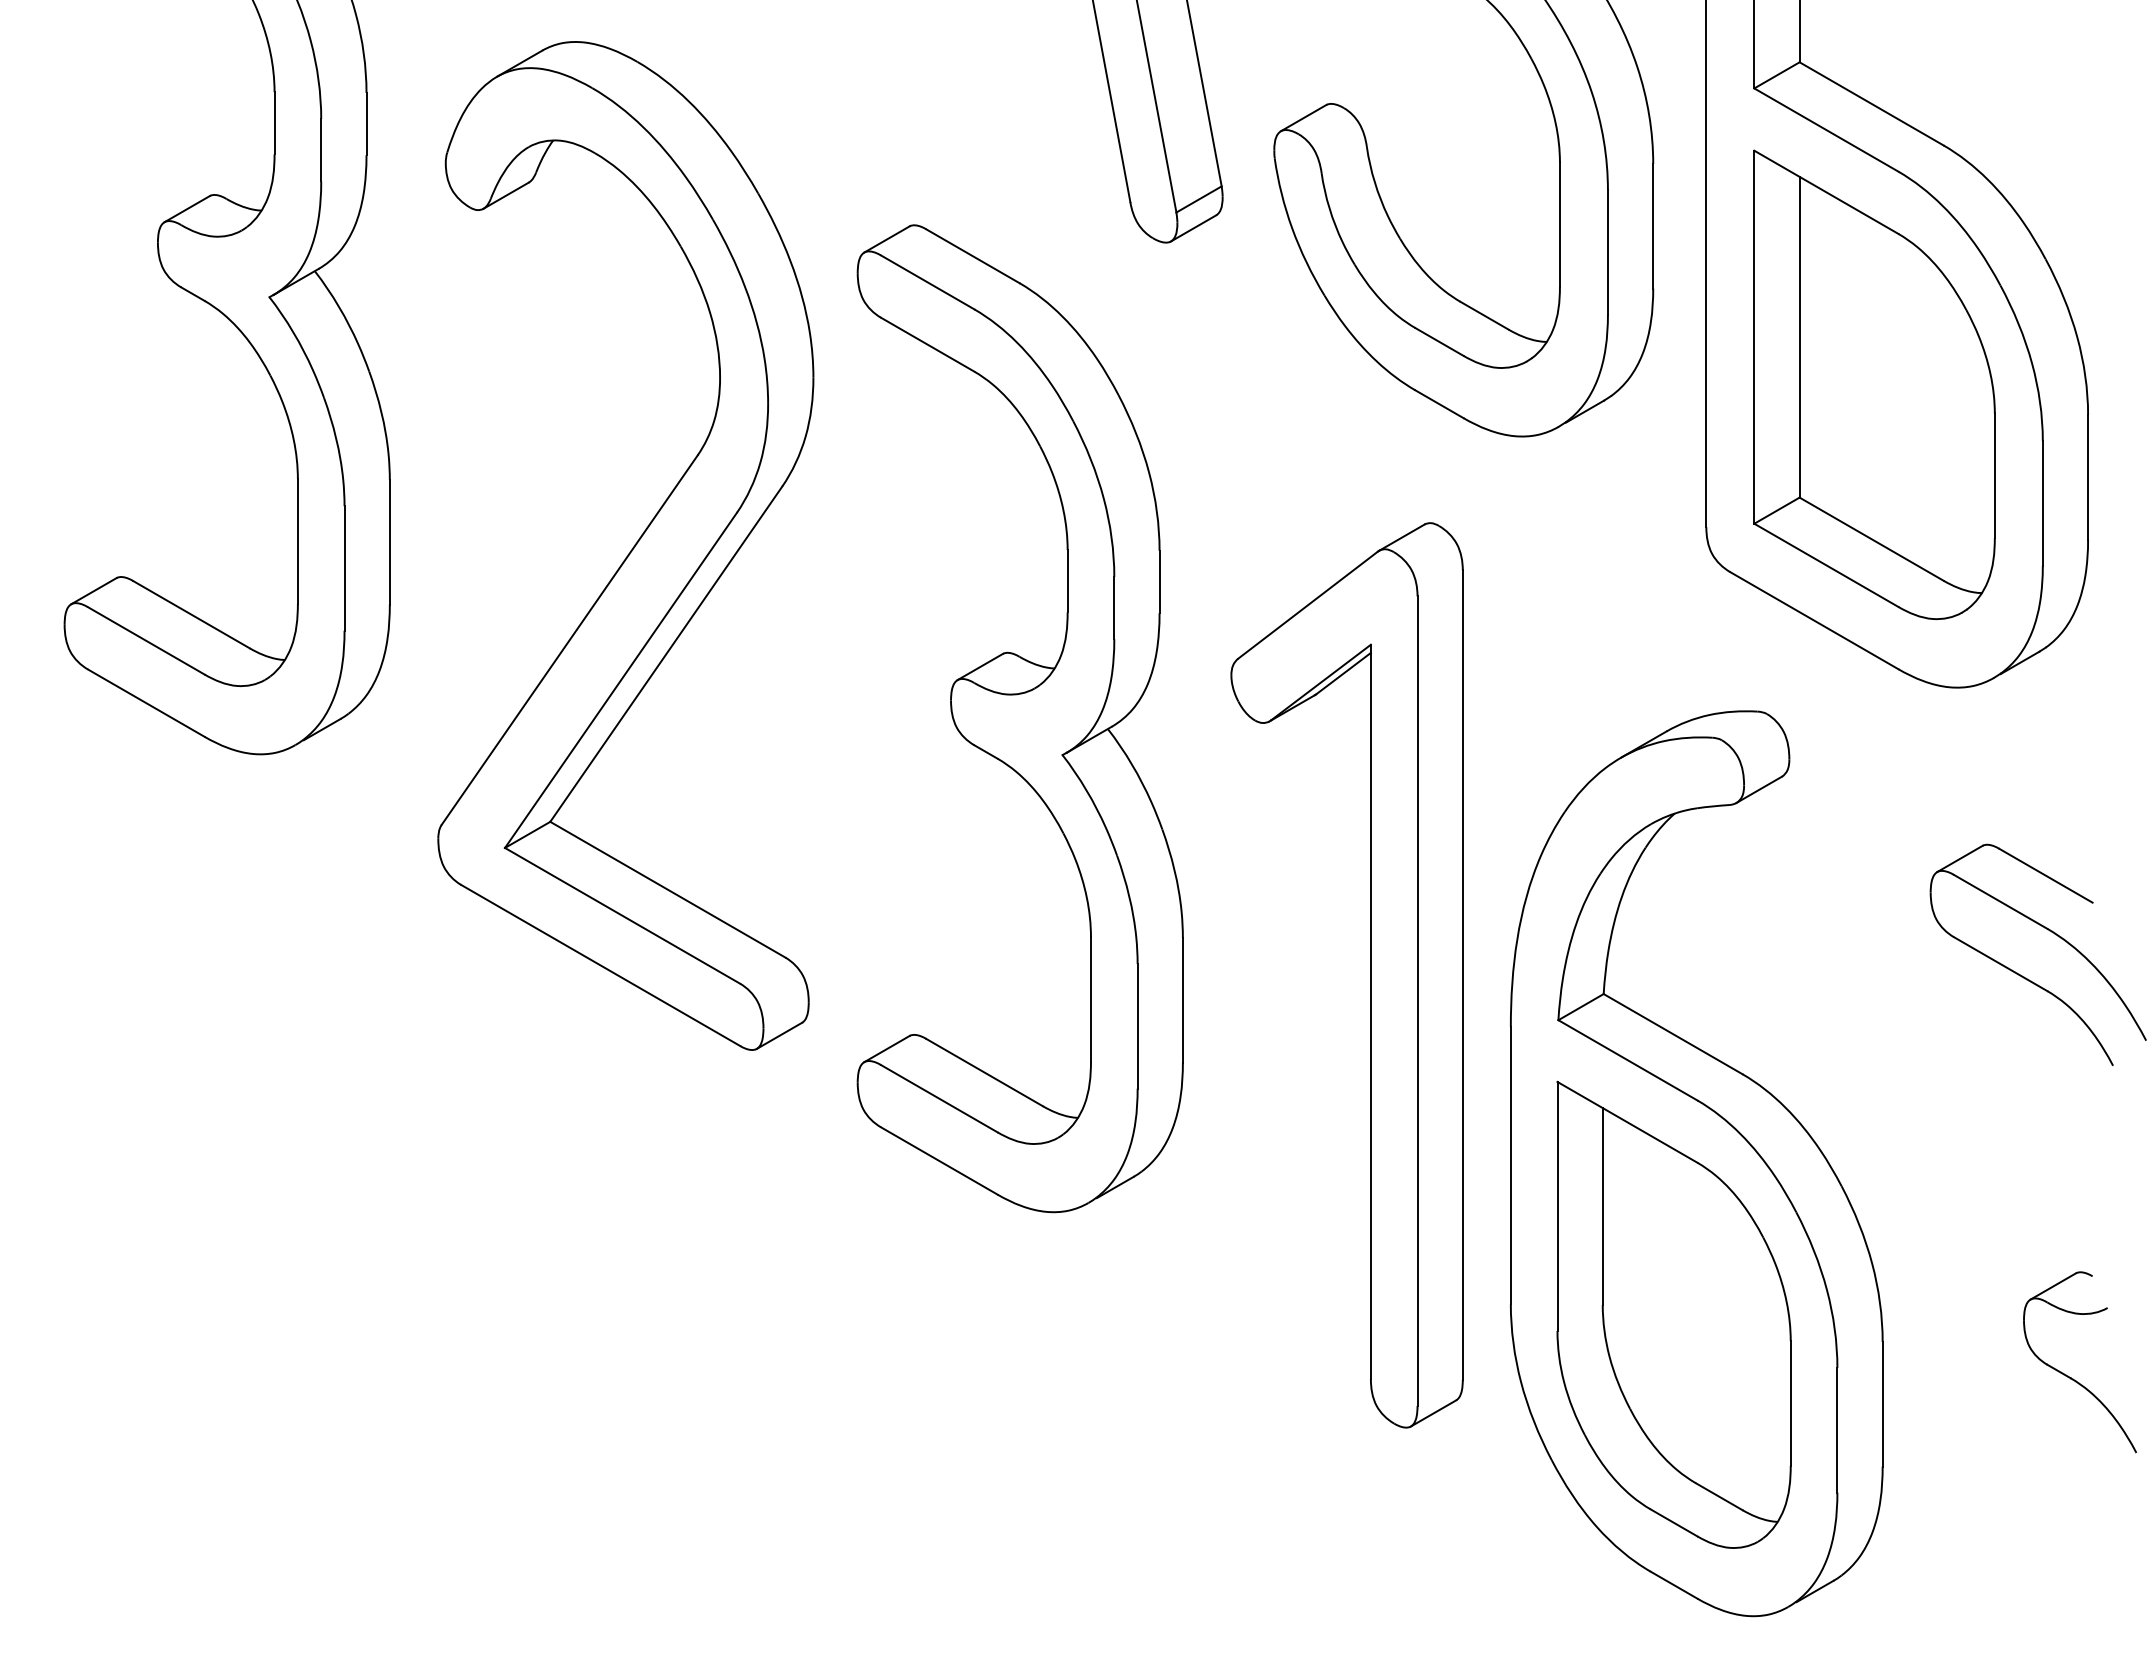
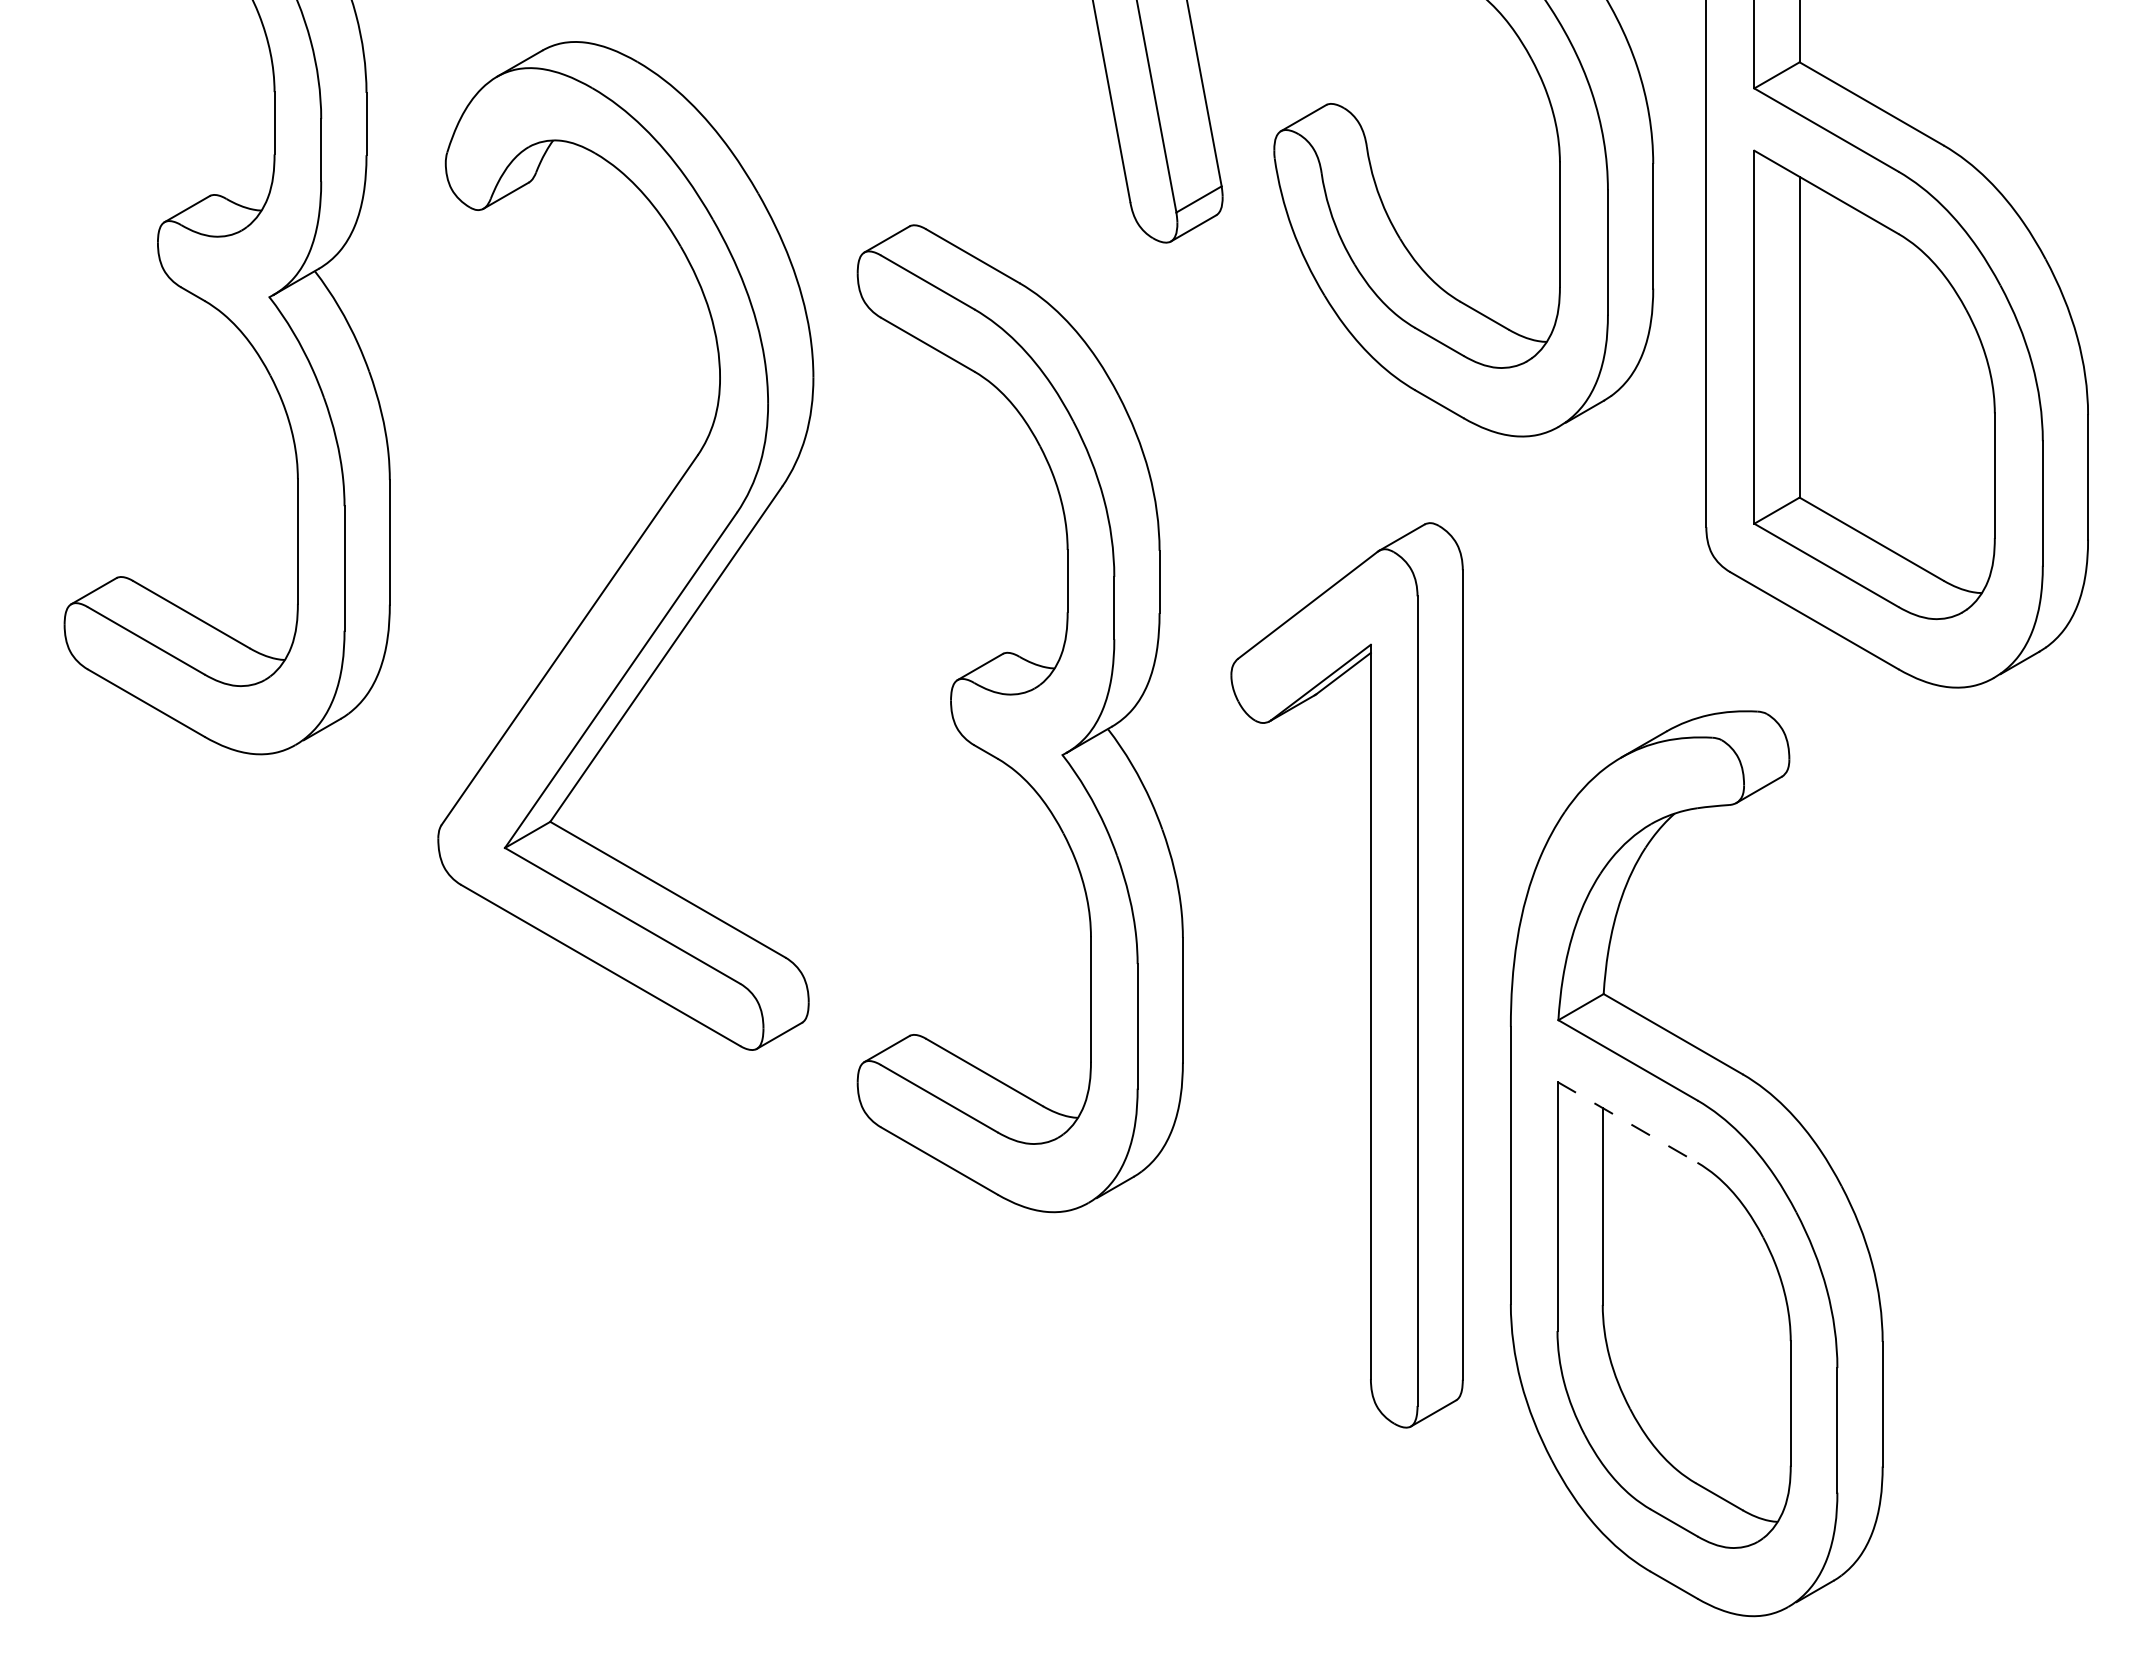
part at (2024, 976): present -> none
line at (1627, 1122): solid -> dashed
part at (2071, 1377): present -> none
